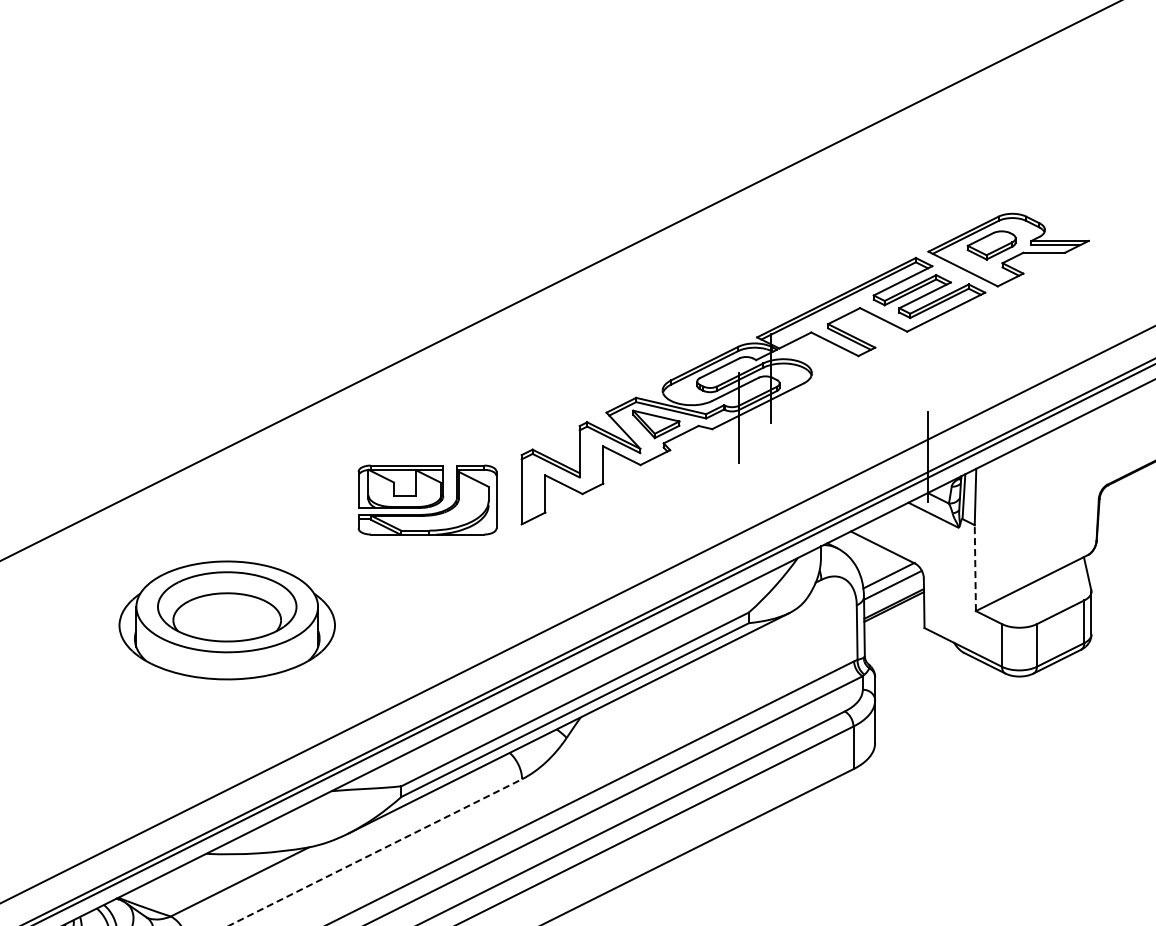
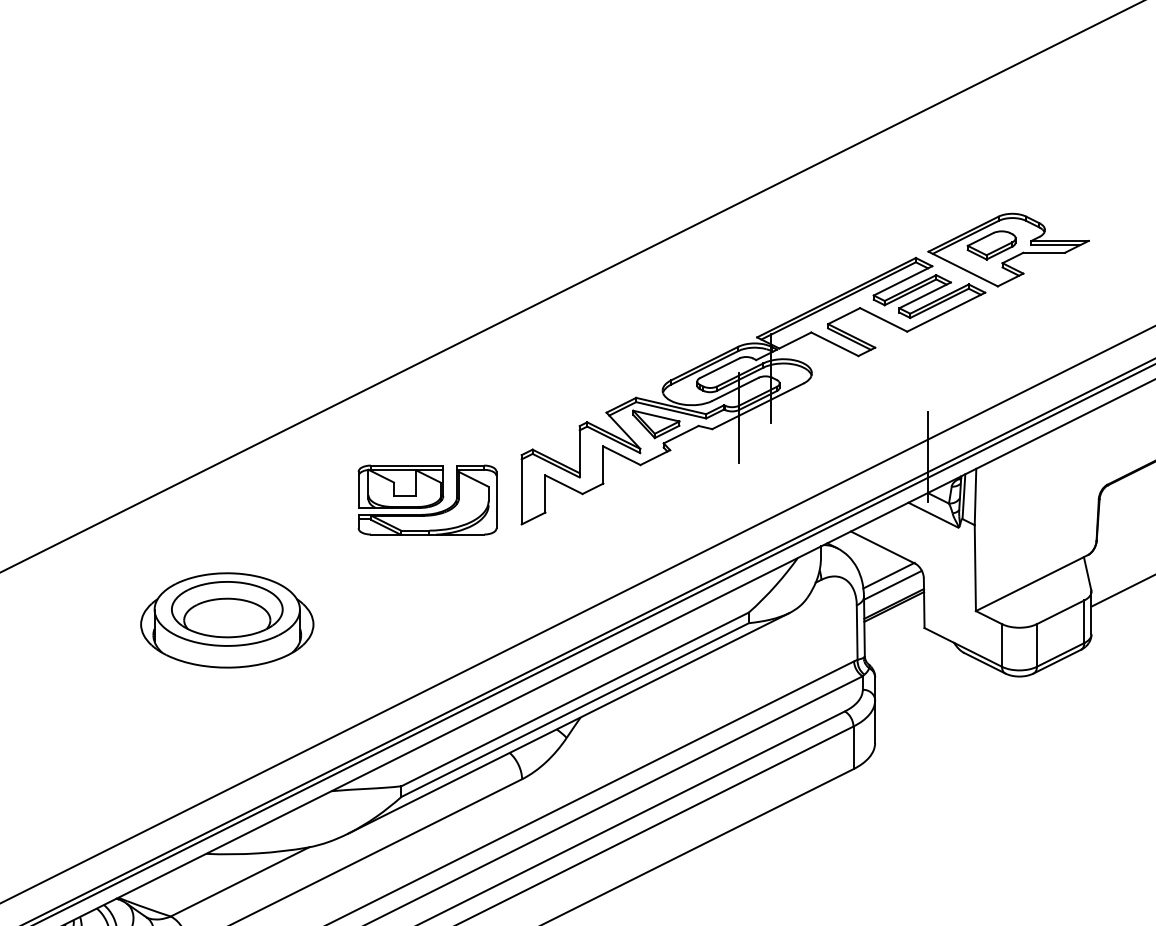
line at (560, 280) position: (560, 280) -> (571, 286)
line at (975, 568): dashed -> solid
line at (1121, 591): none -> present
part at (226, 620) size: 218x121 px -> 175x97 px
line at (375, 852): dashed -> solid
